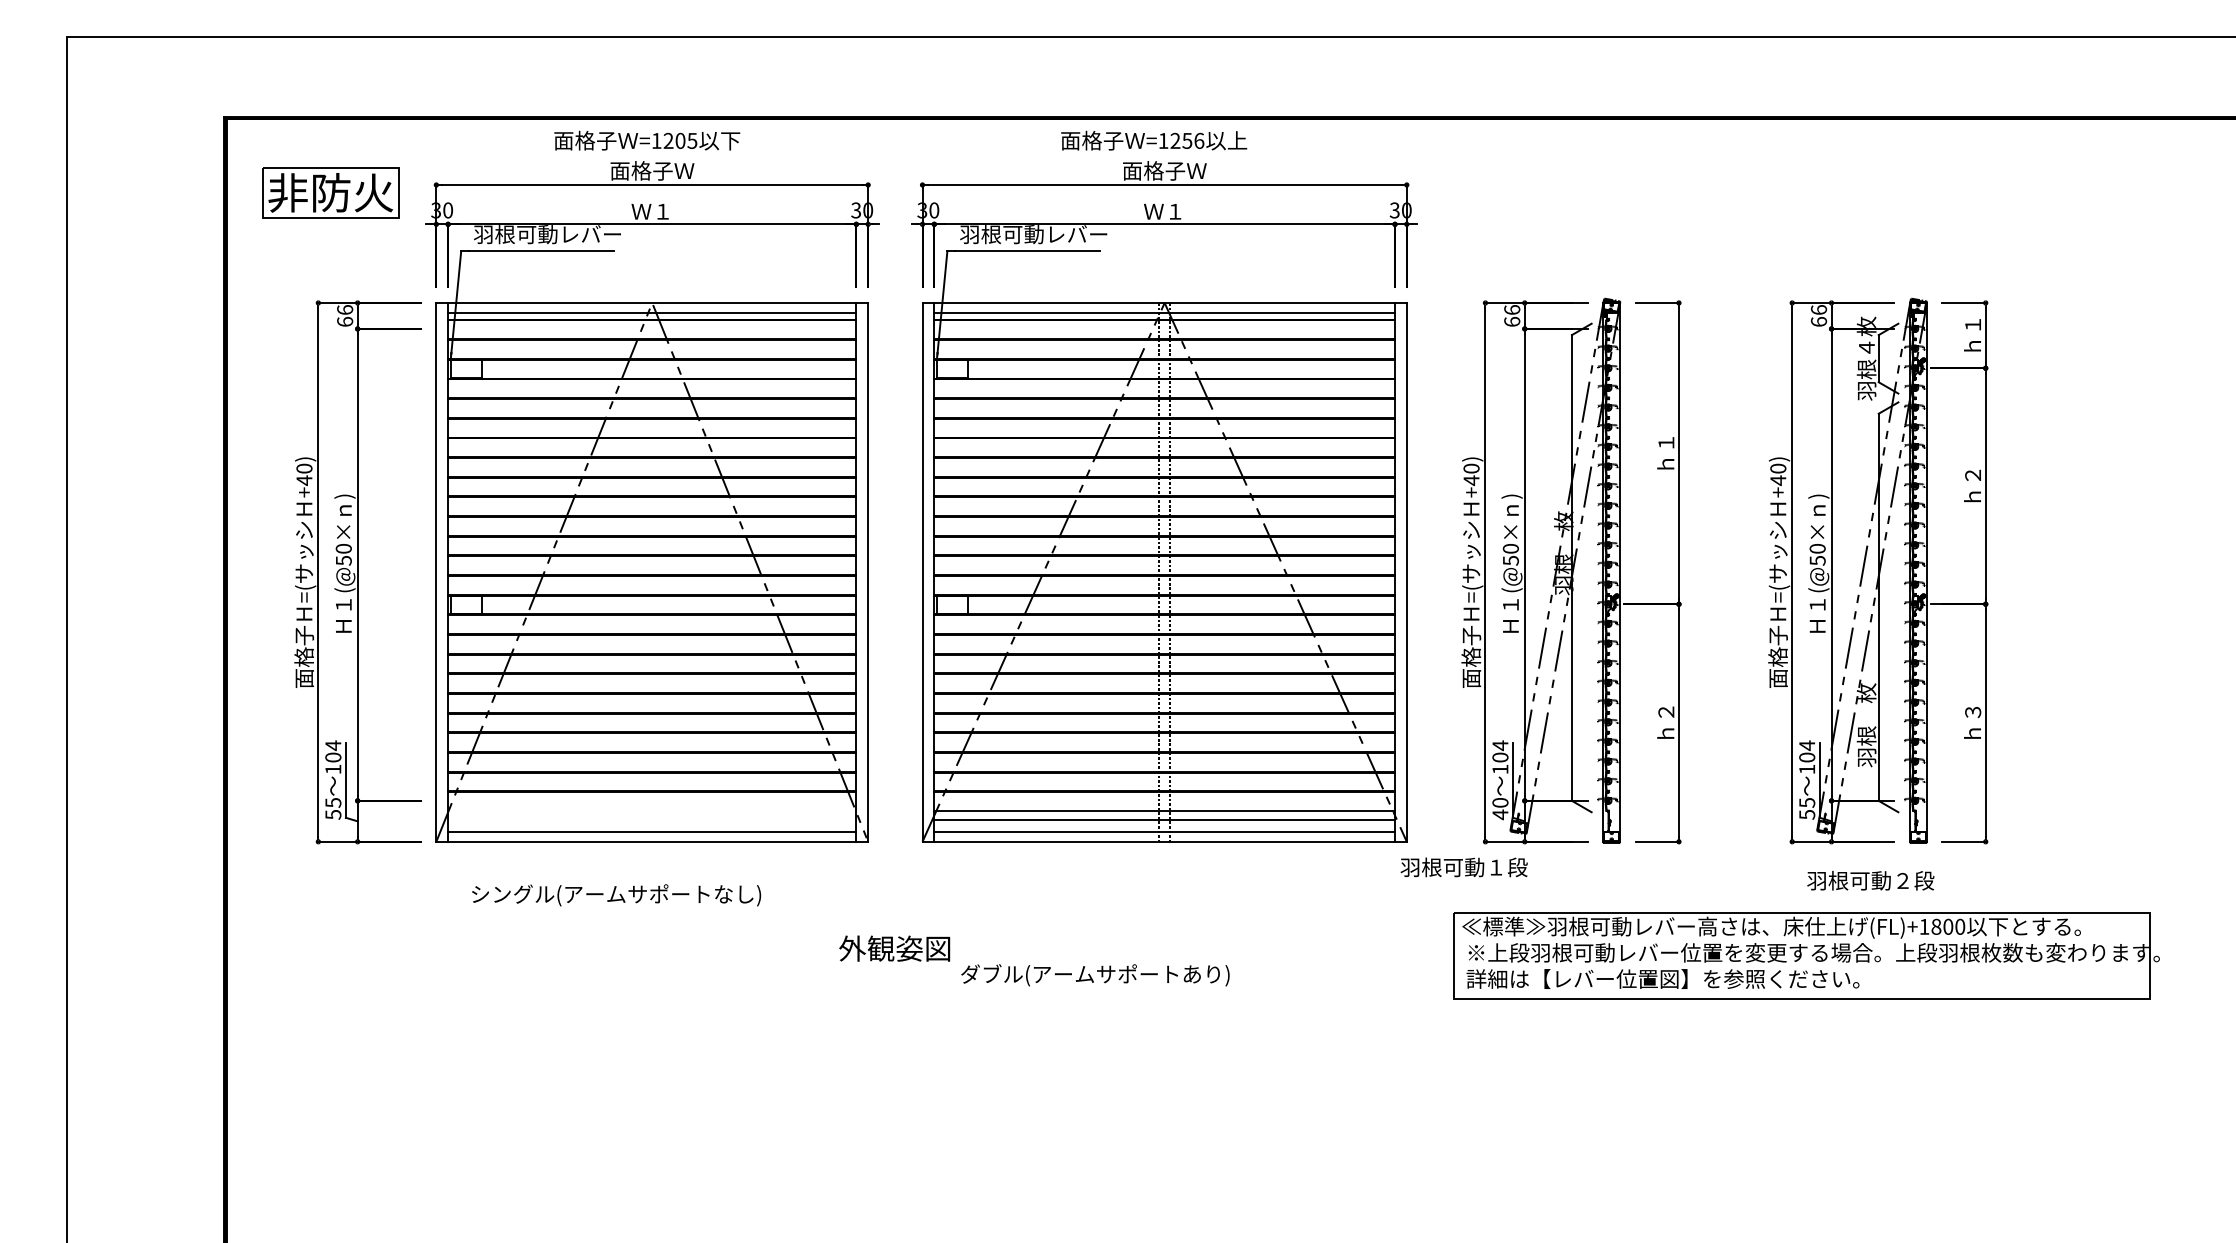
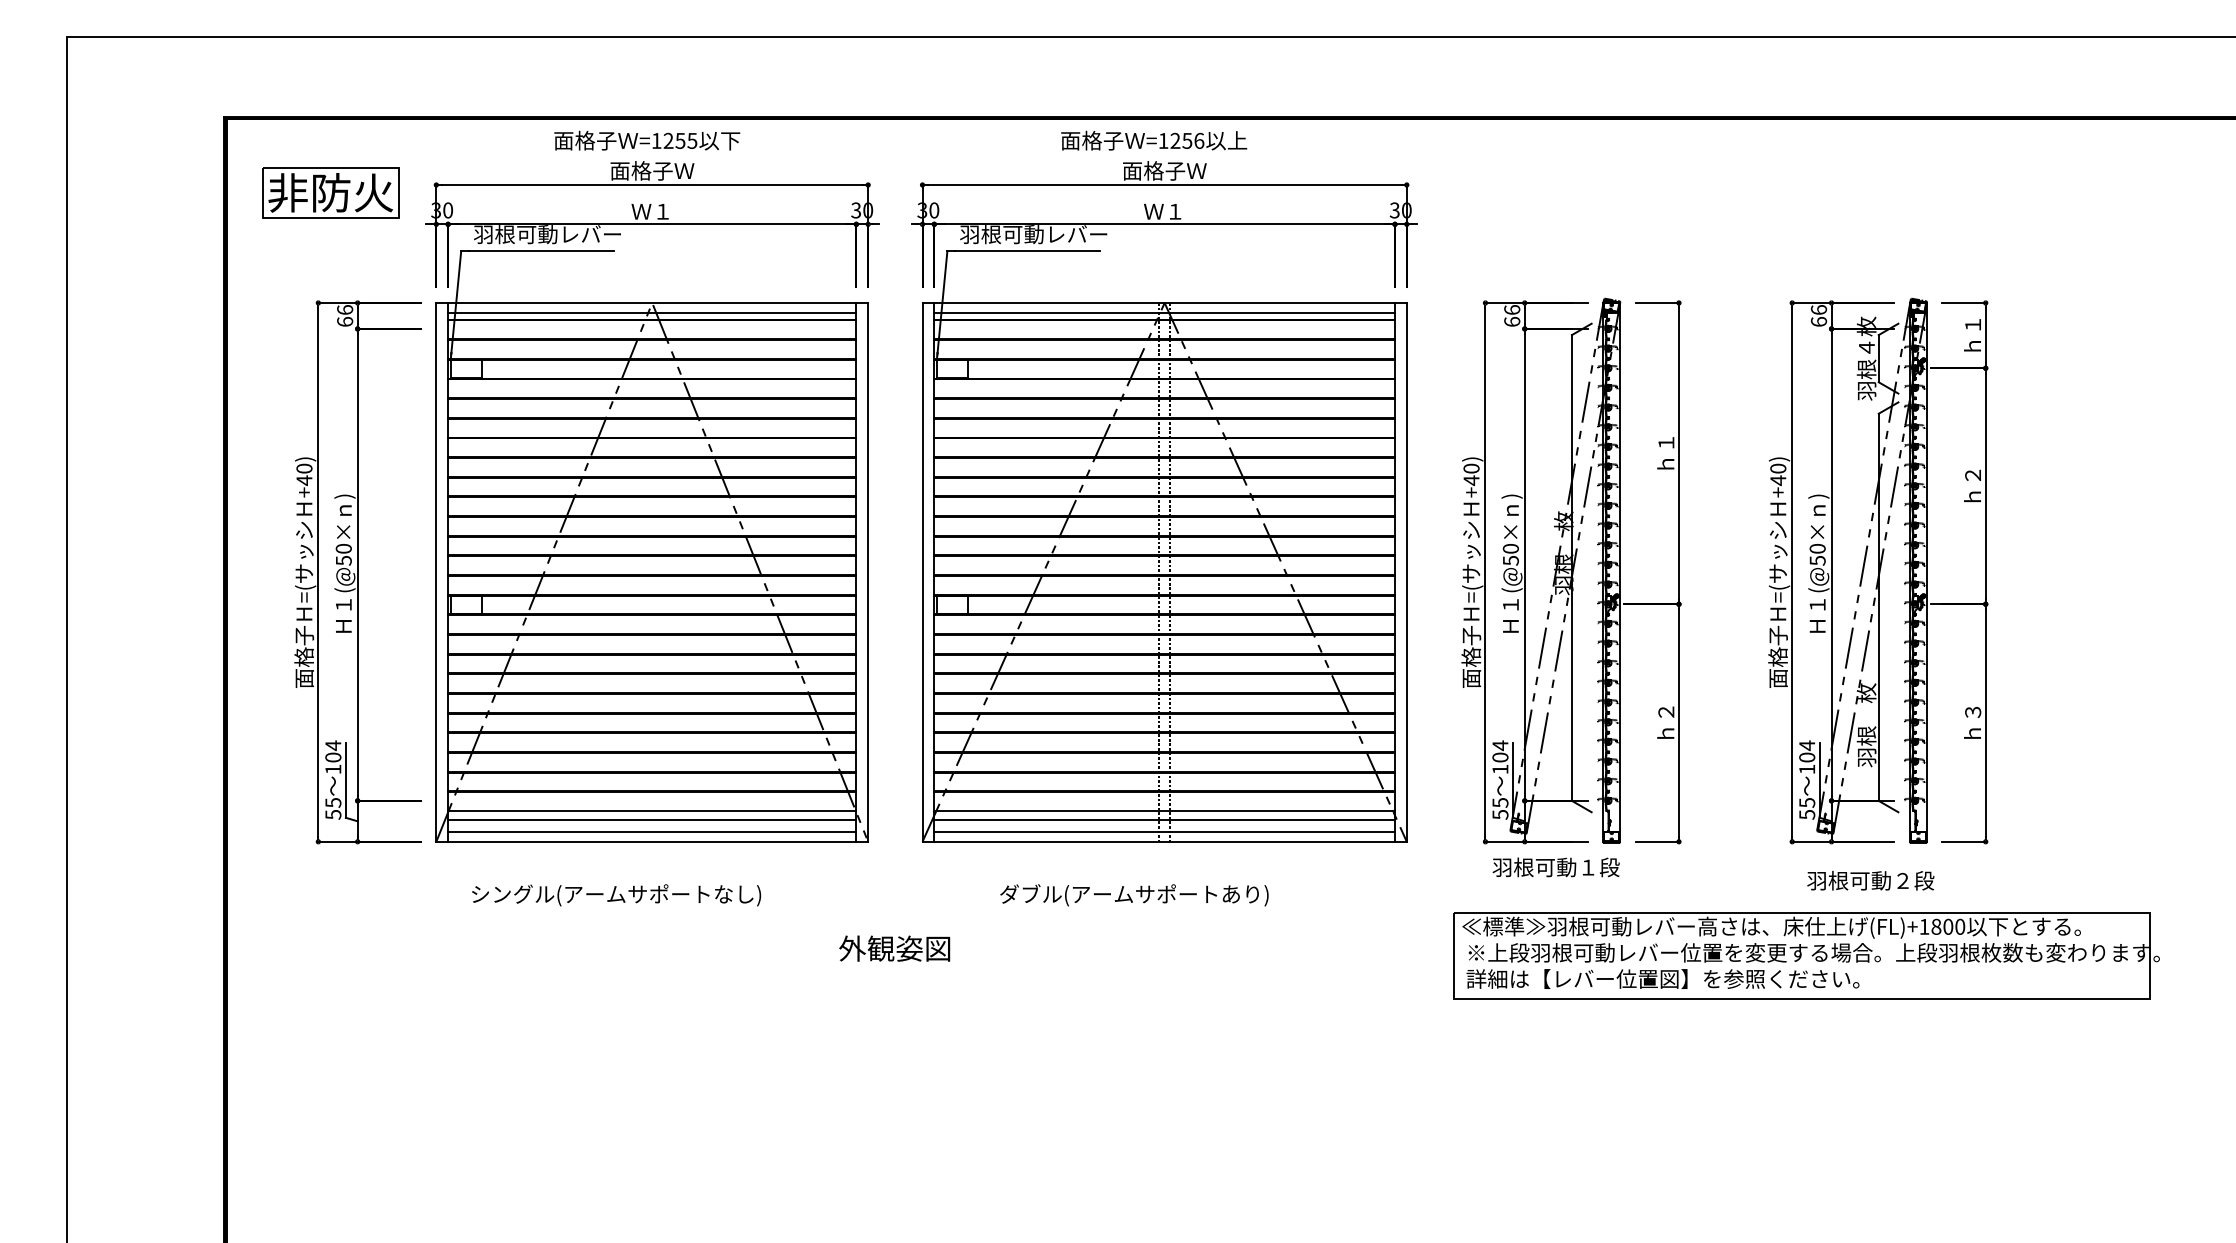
text at (680, 140): =1205 -> =1255
text at (1500, 809): 40 -> 55
line at (652, 811): none -> present
line at (652, 819): none -> present
text at (1463, 867) position: (1463, 867) -> (1555, 867)
text at (1095, 975) position: (1095, 975) -> (1134, 895)
